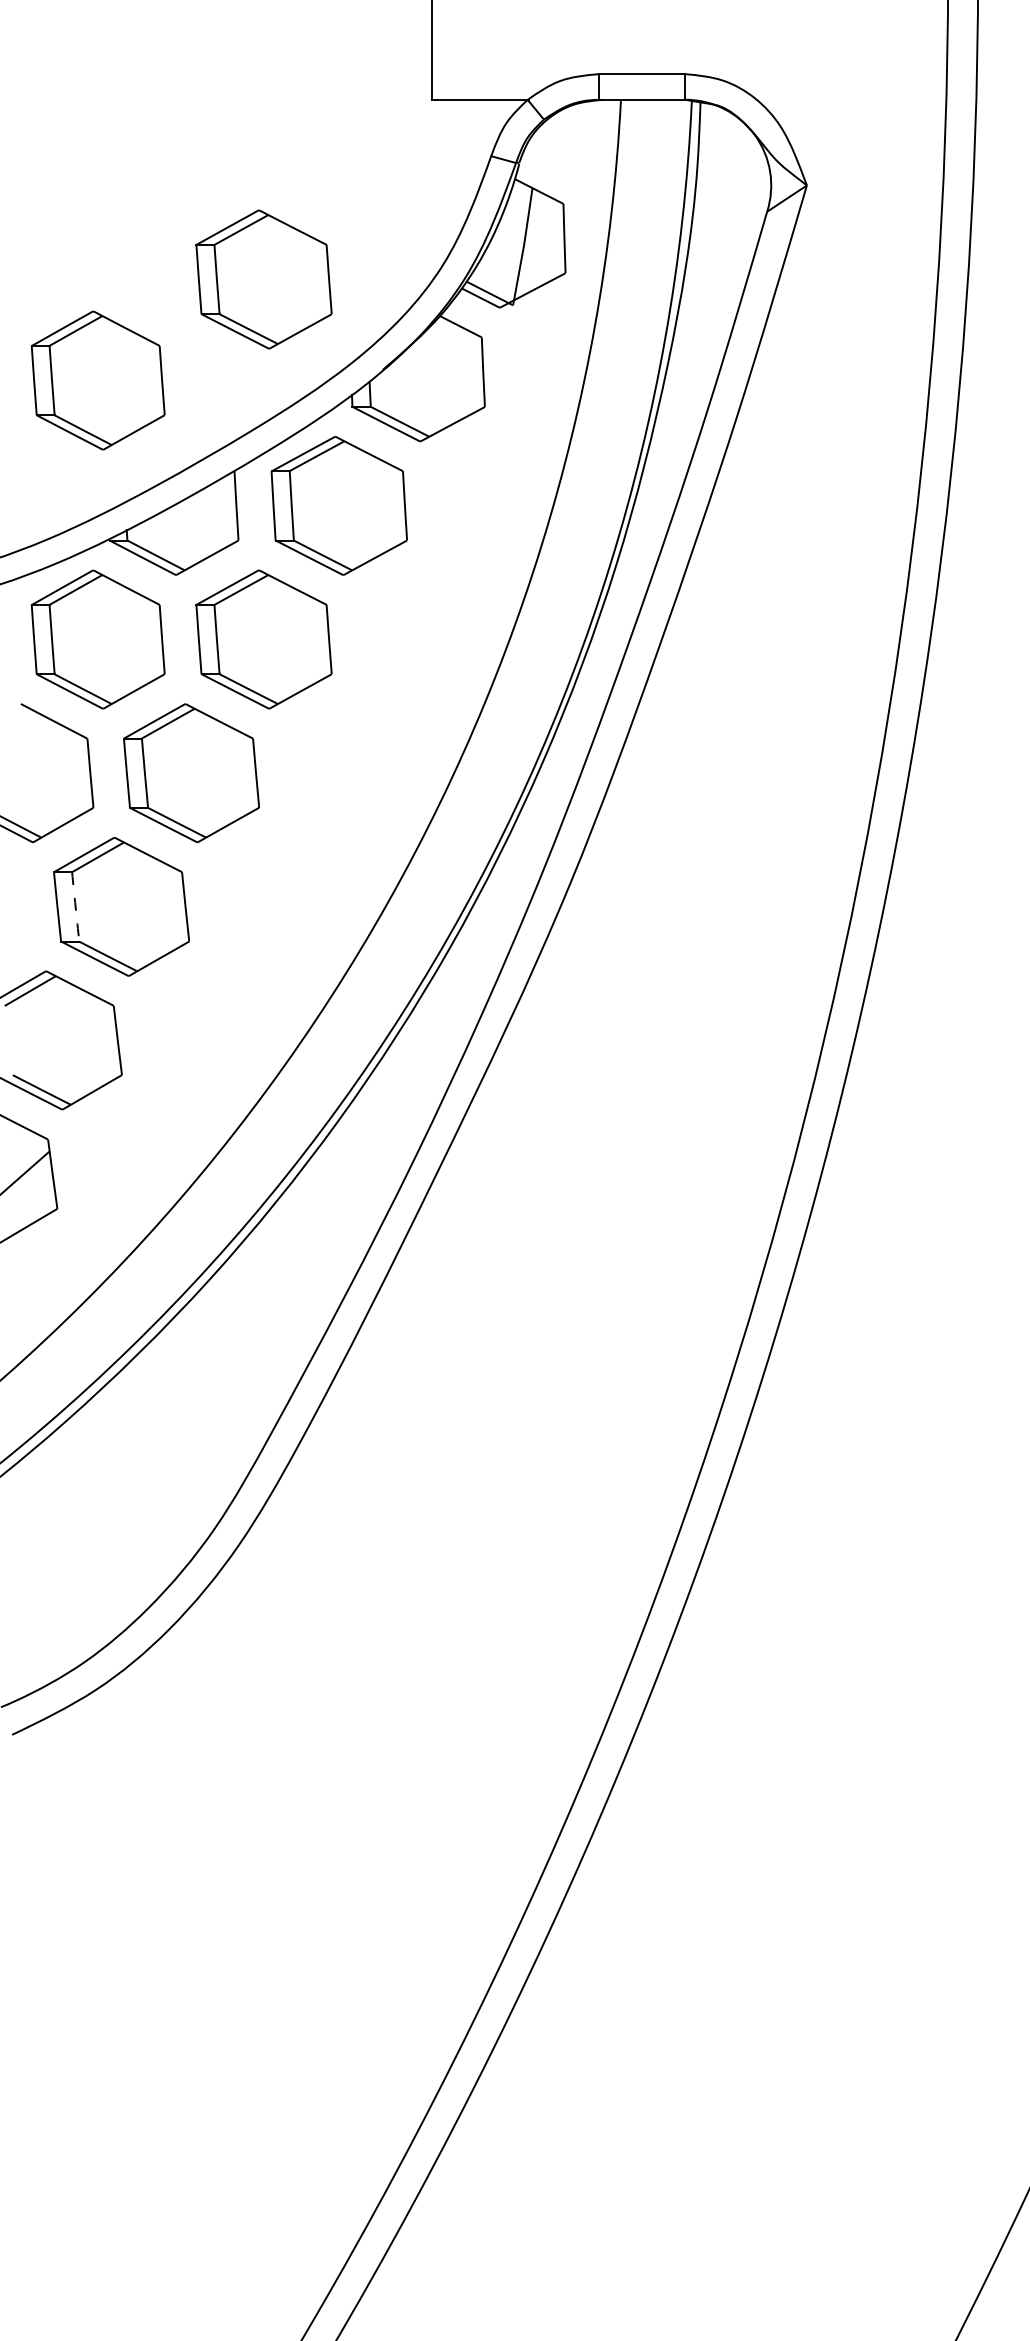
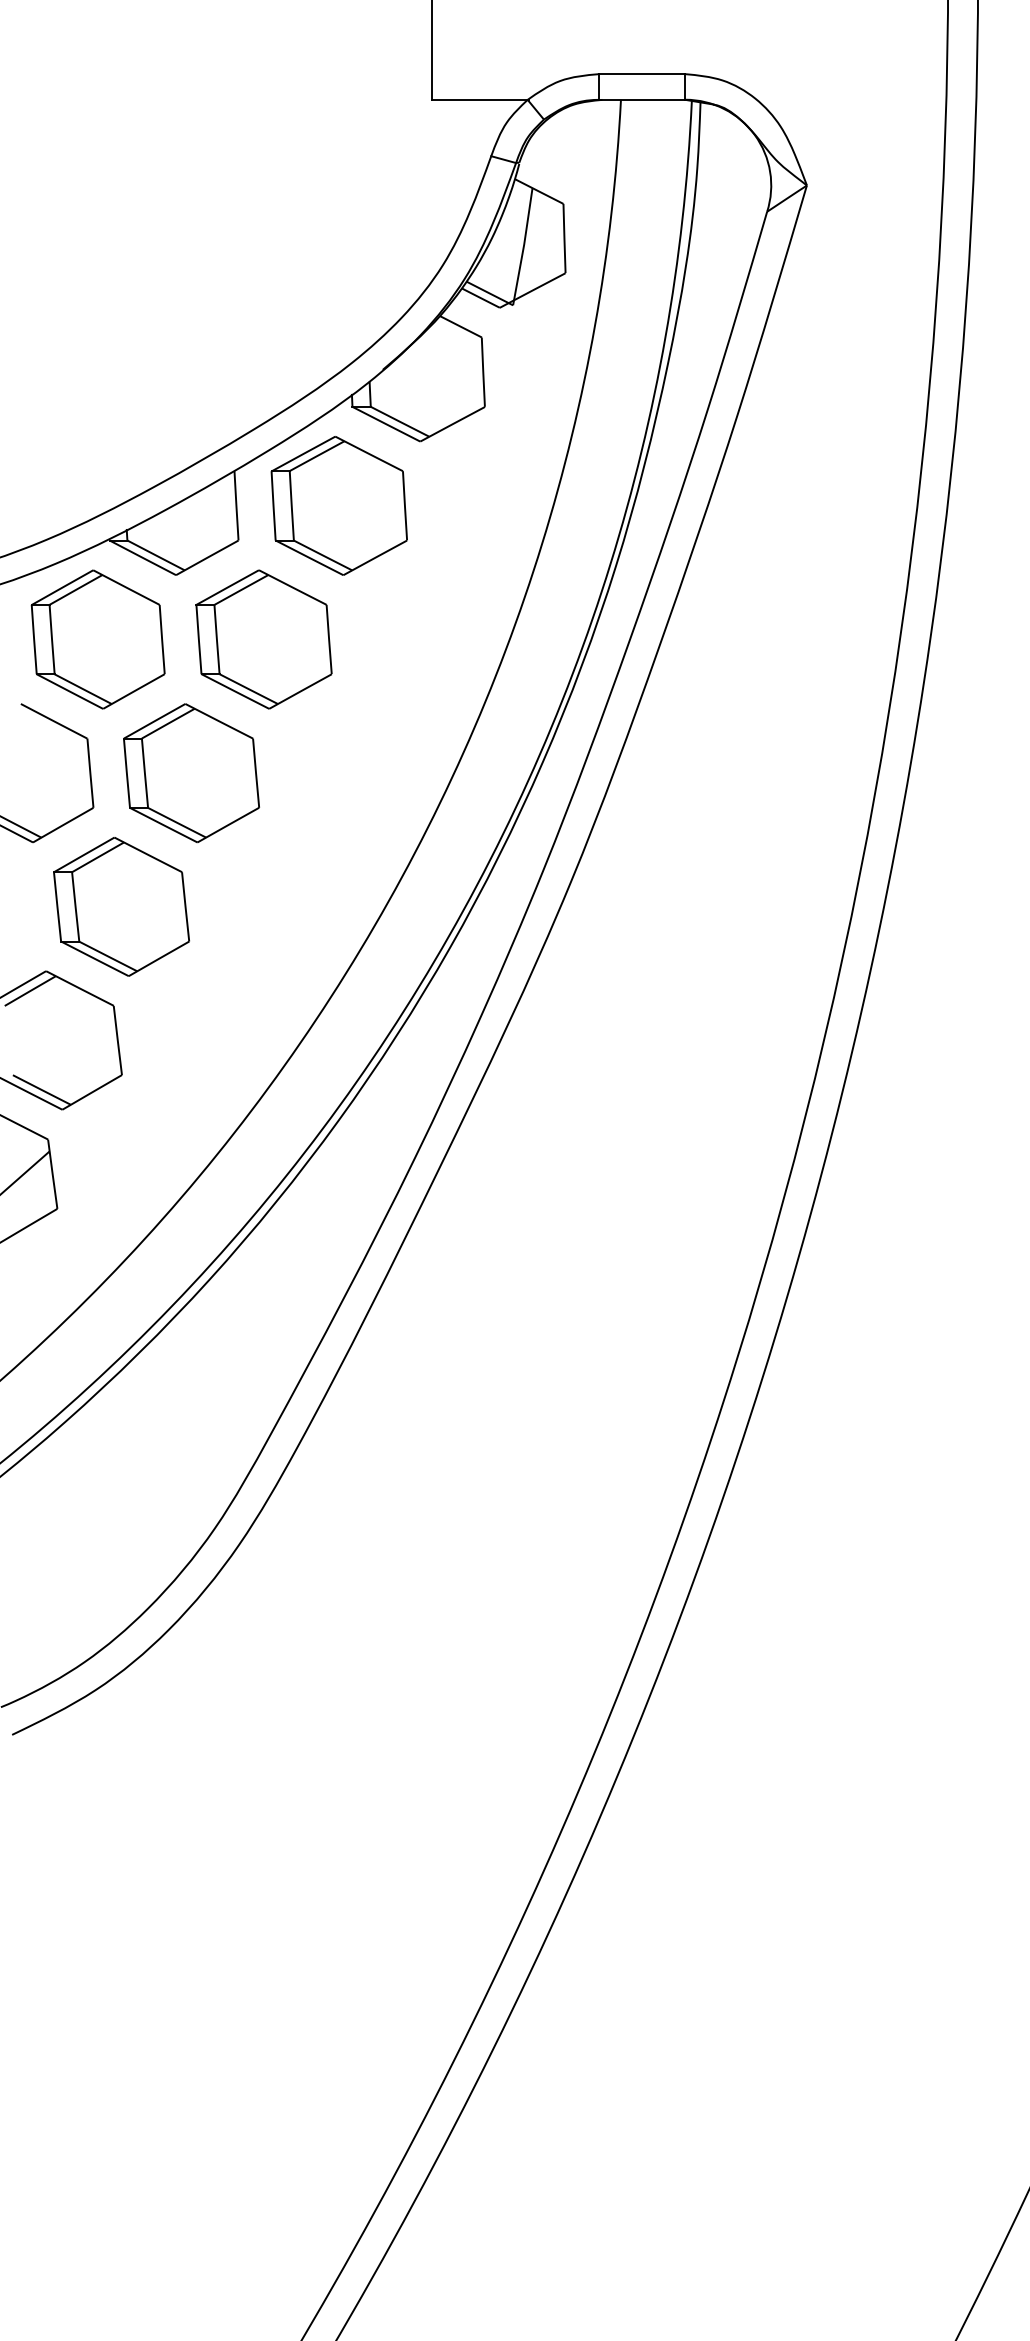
part at (263, 279): present -> none
part at (97, 380): present -> none
arc at (75, 906): dashed -> solid
